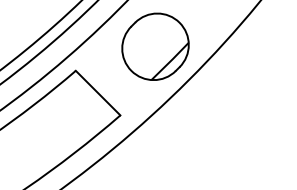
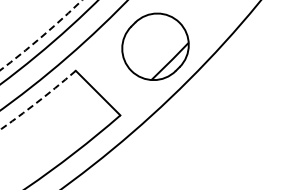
arc at (42, 36): solid -> dashed
arc at (39, 100): solid -> dashed
